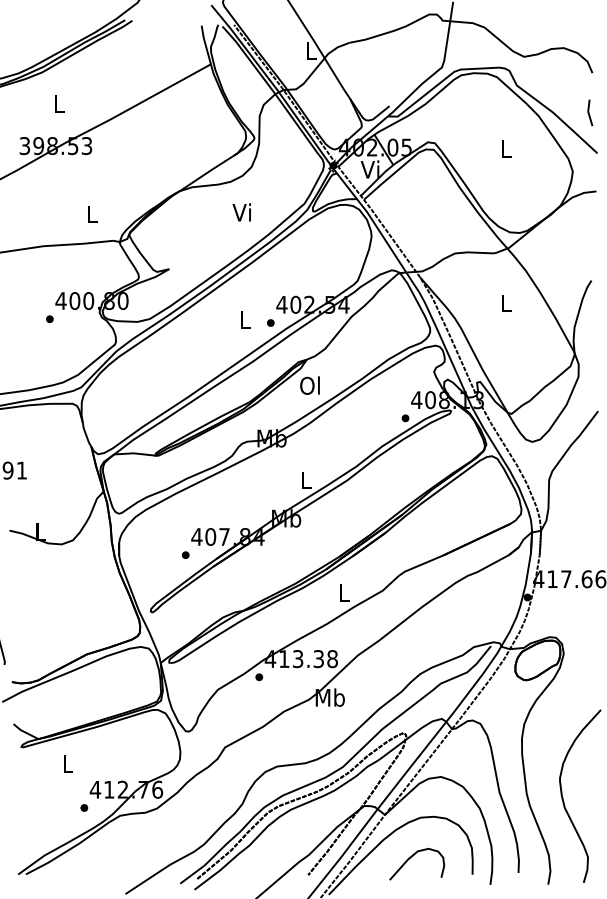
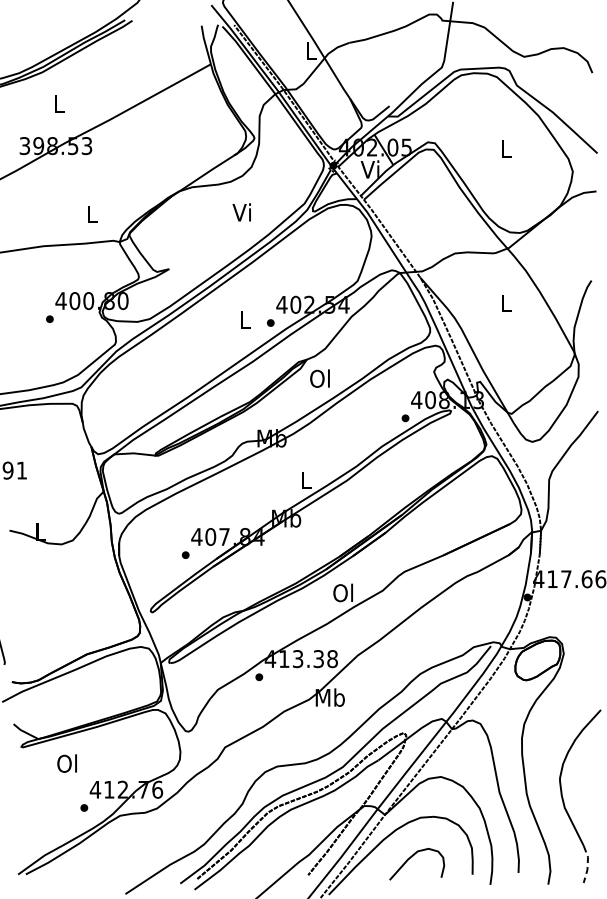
line at (589, 112): present -> none
text at (309, 385) position: (309, 385) -> (319, 378)
text at (343, 592): L -> Ol
text at (66, 763): L -> Ol
line at (587, 864): solid -> dashed
